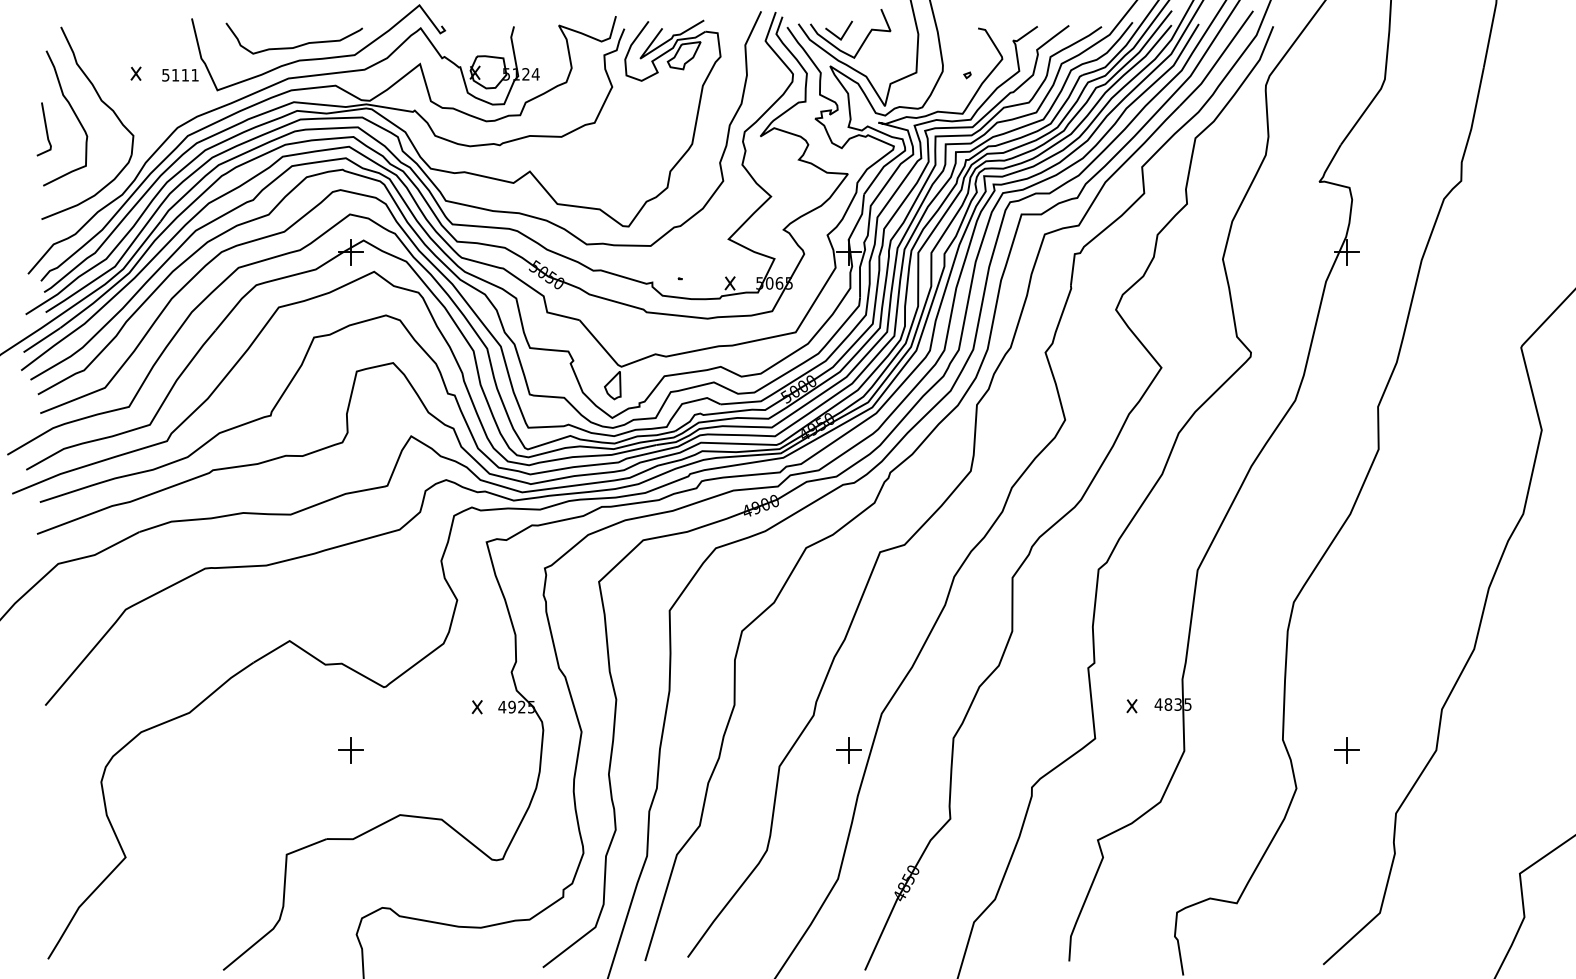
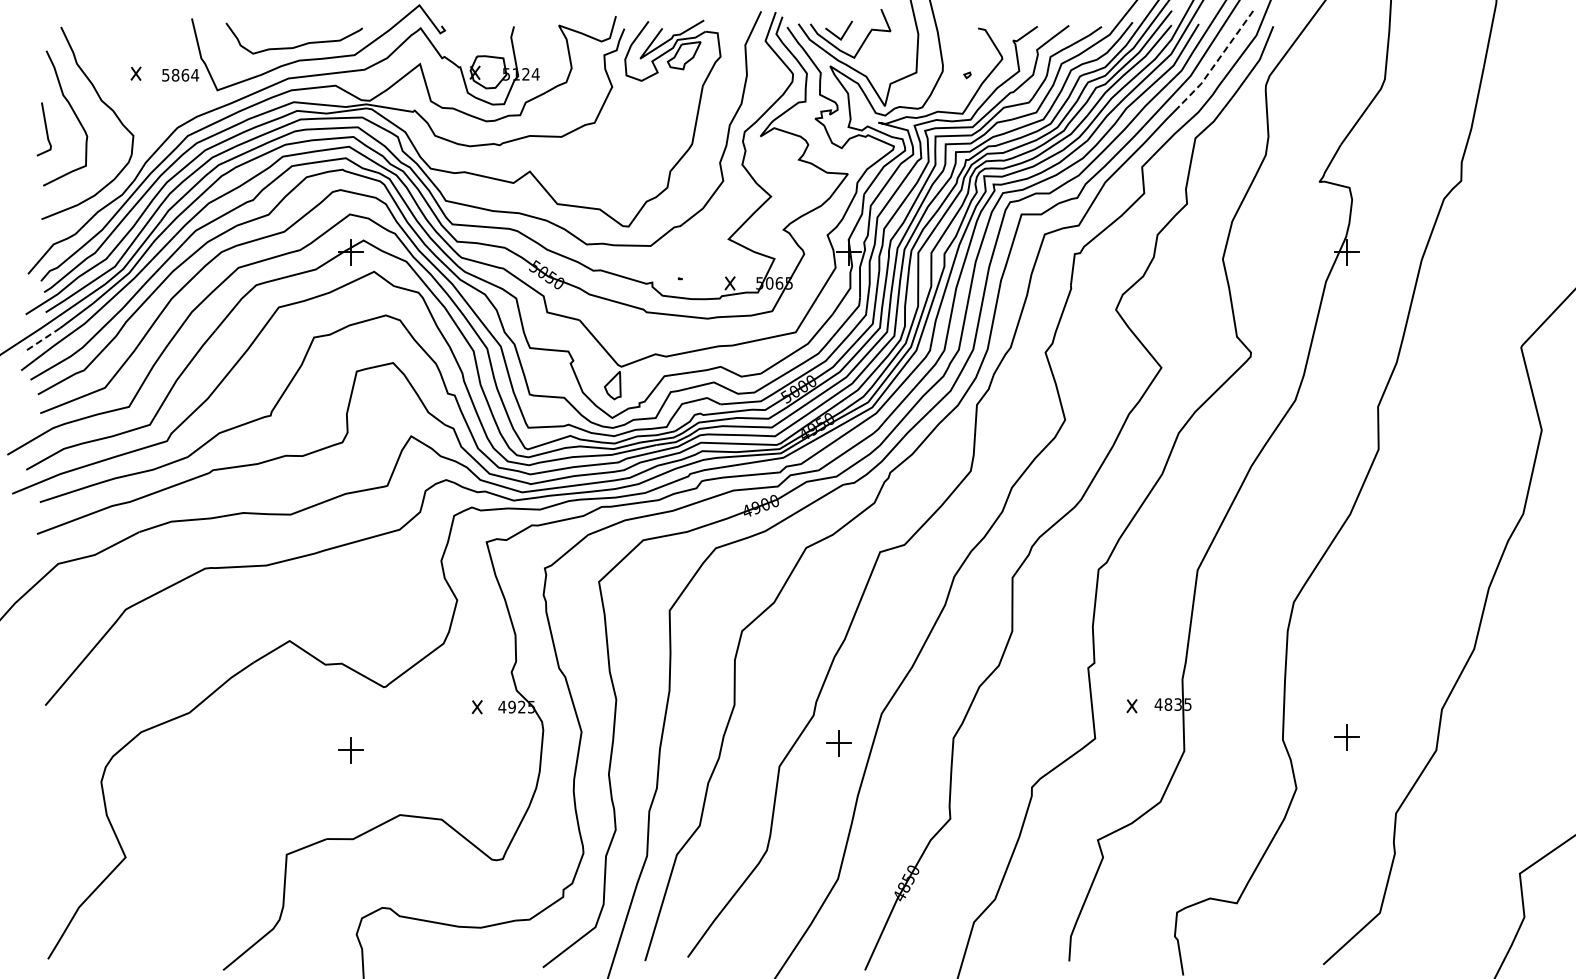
line at (1217, 61): solid -> dashed
text at (185, 74): 5111 -> 5864
line at (41, 340): solid -> dashed
part at (848, 750) position: (848, 750) -> (838, 743)
part at (1346, 750) position: (1346, 750) -> (1346, 737)
